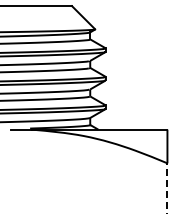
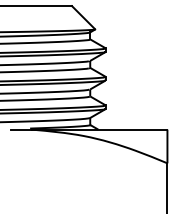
line at (167, 188): dashed -> solid
